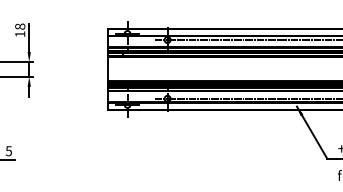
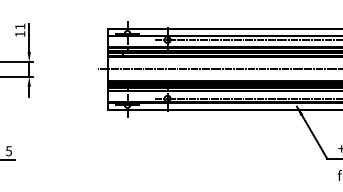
text at (20, 26): 18 -> 11
line at (218, 69): none -> present
